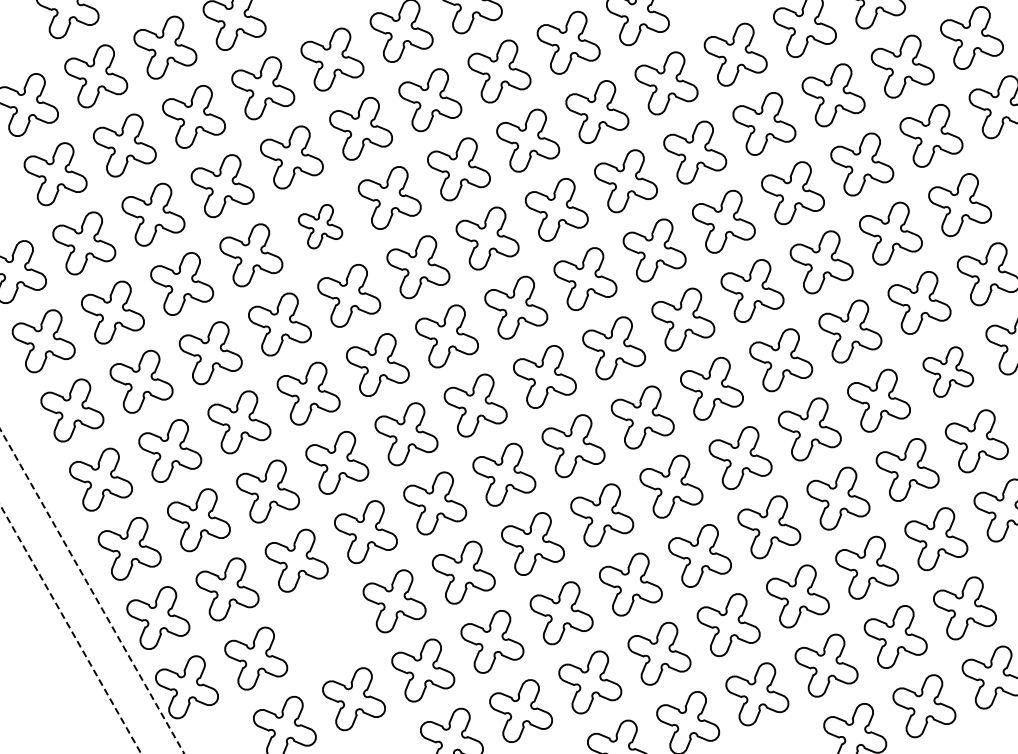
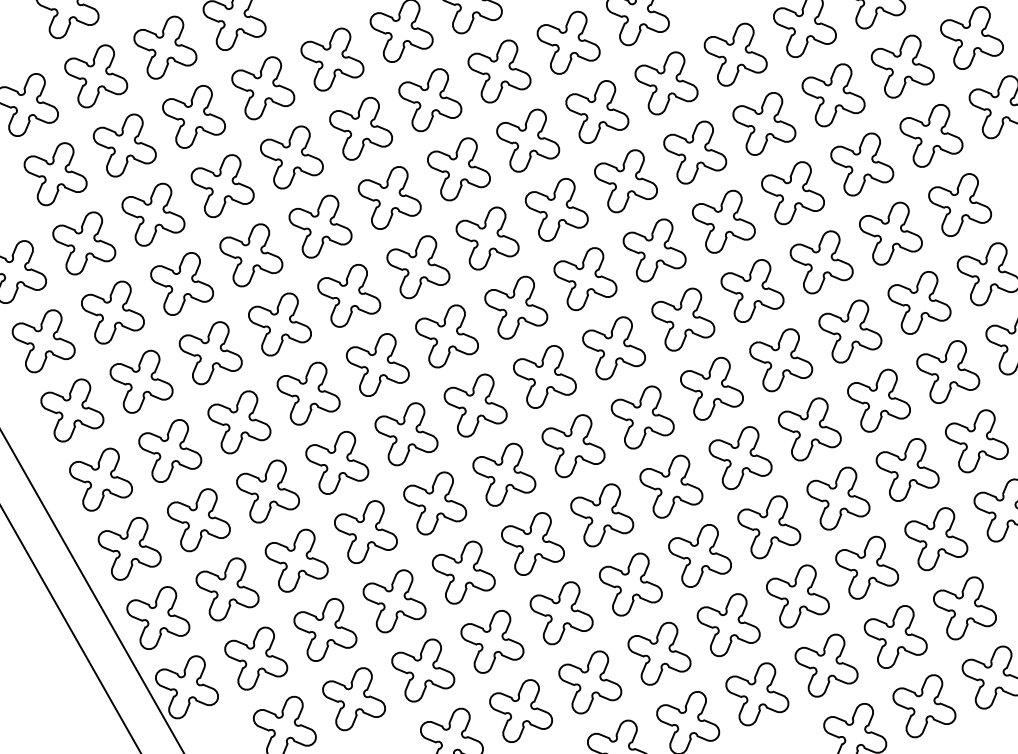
part at (320, 226) size: 46x46 px -> 65x65 px
part at (947, 371) size: 52x52 px -> 65x64 px
line at (92, 591): dashed -> solid
line at (71, 629): dashed -> solid
part at (325, 629): none -> present
